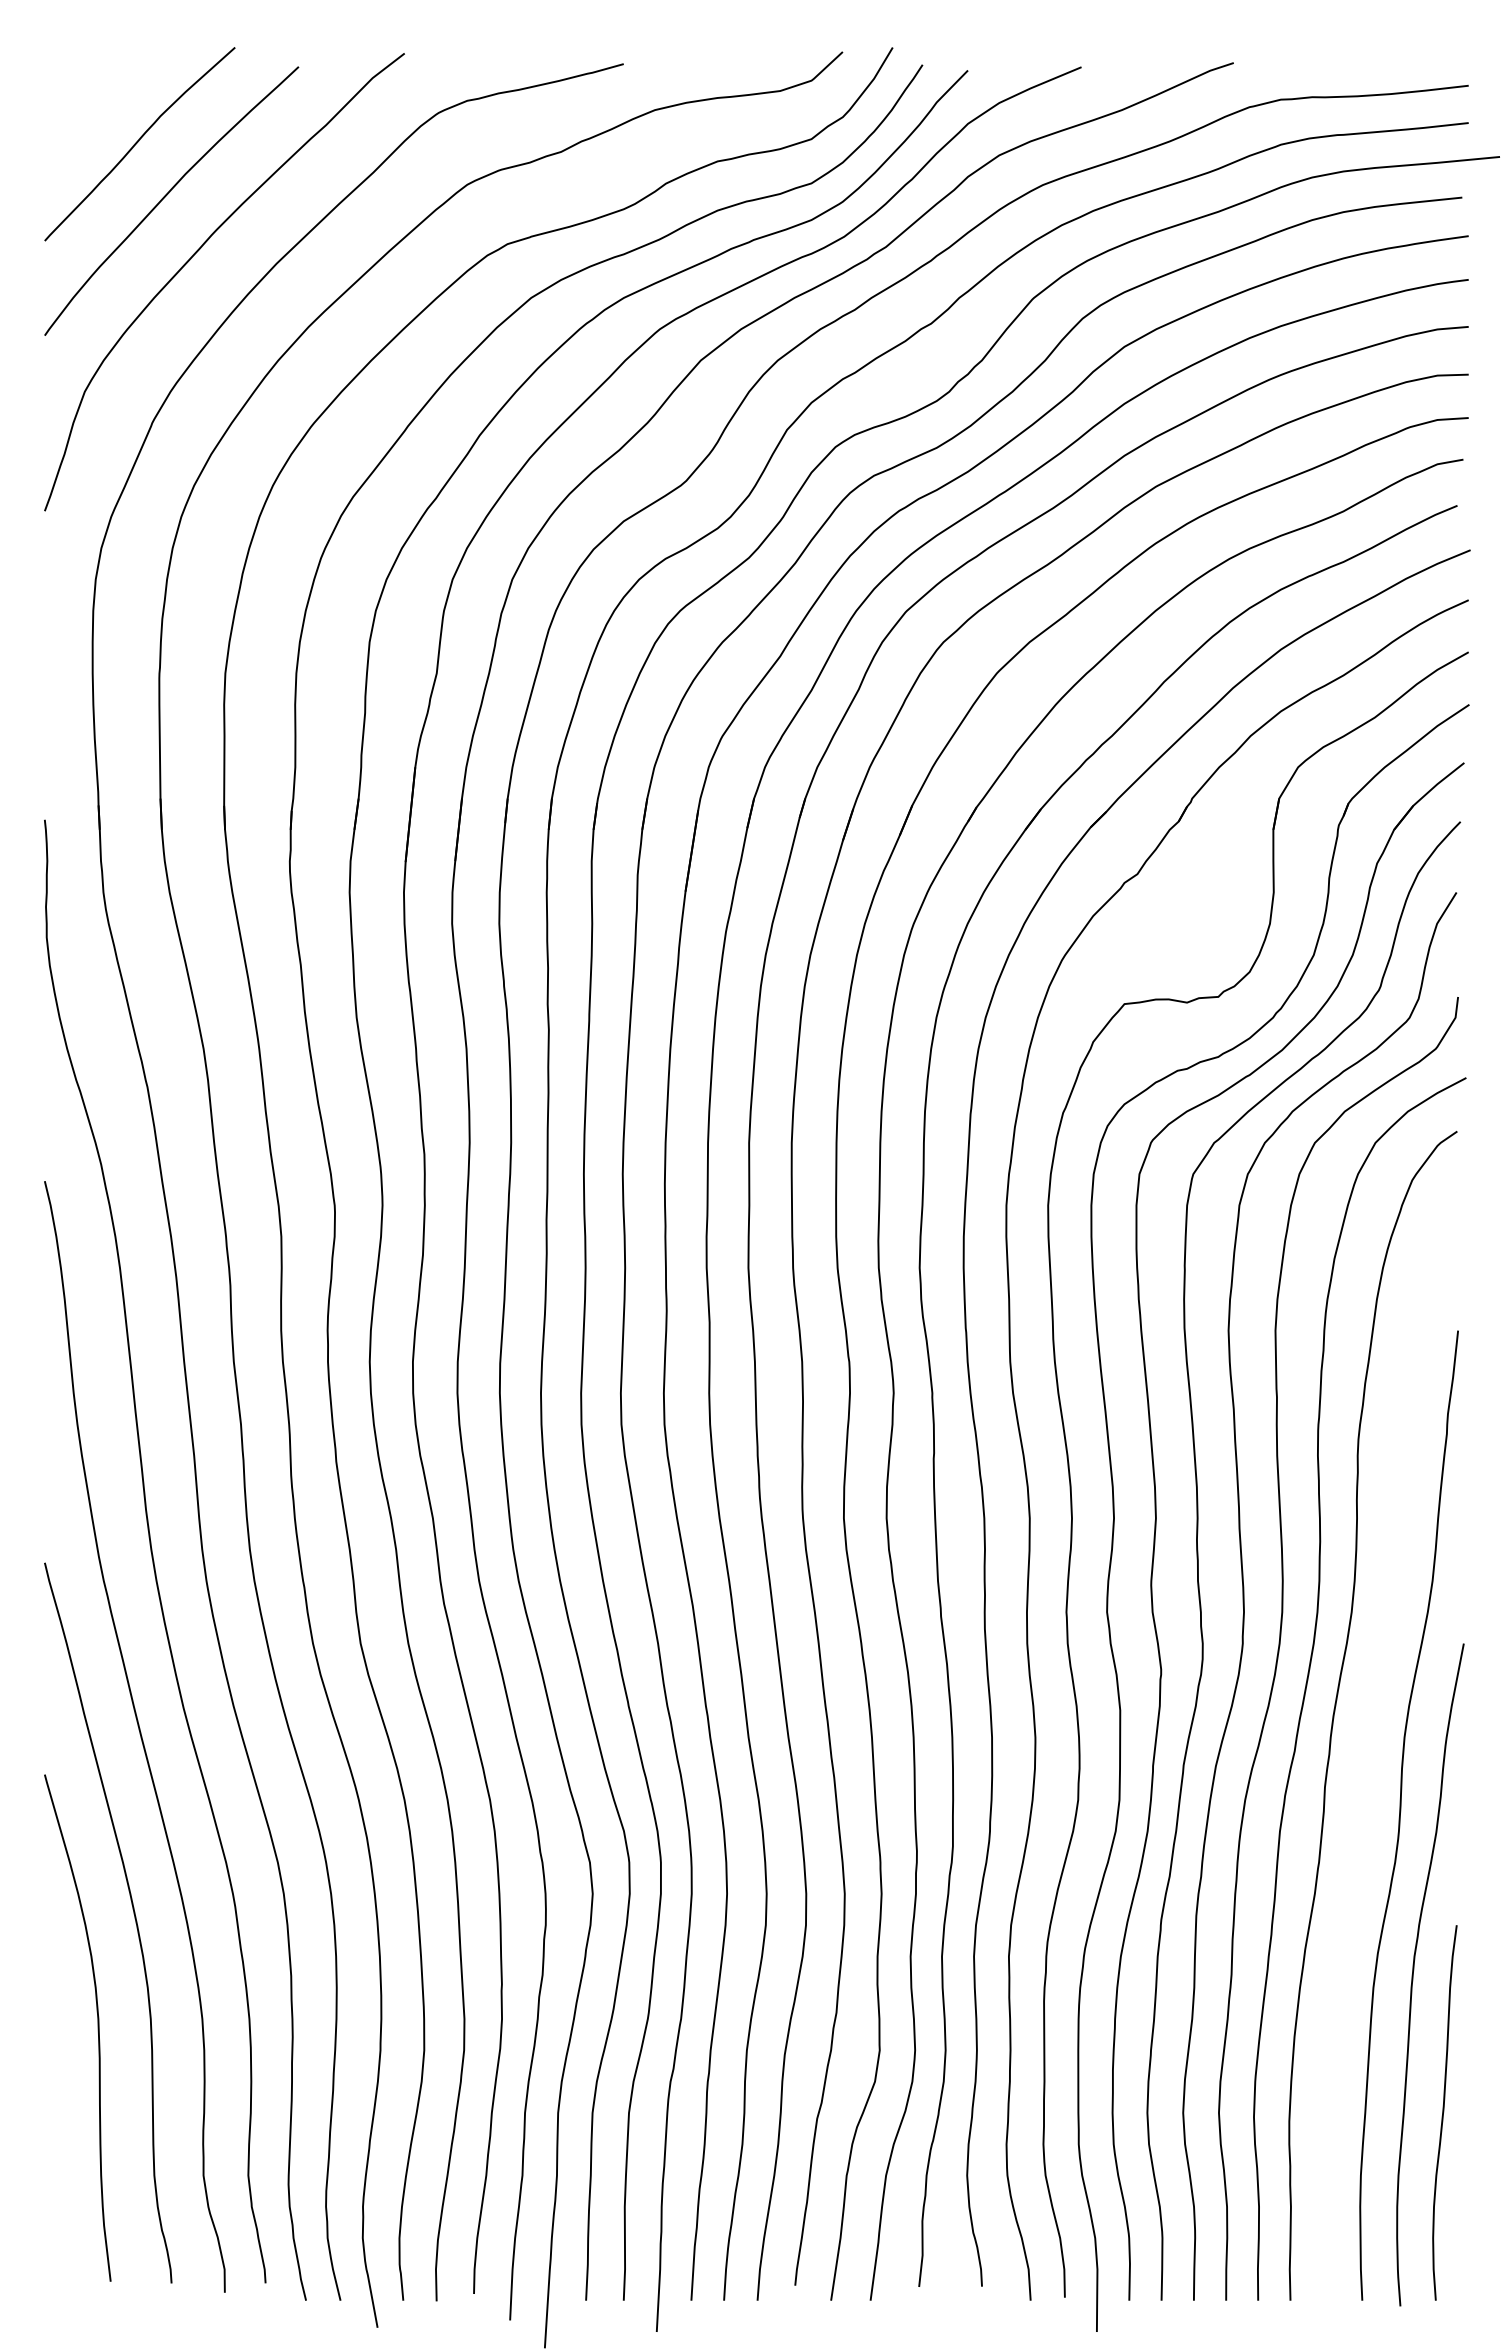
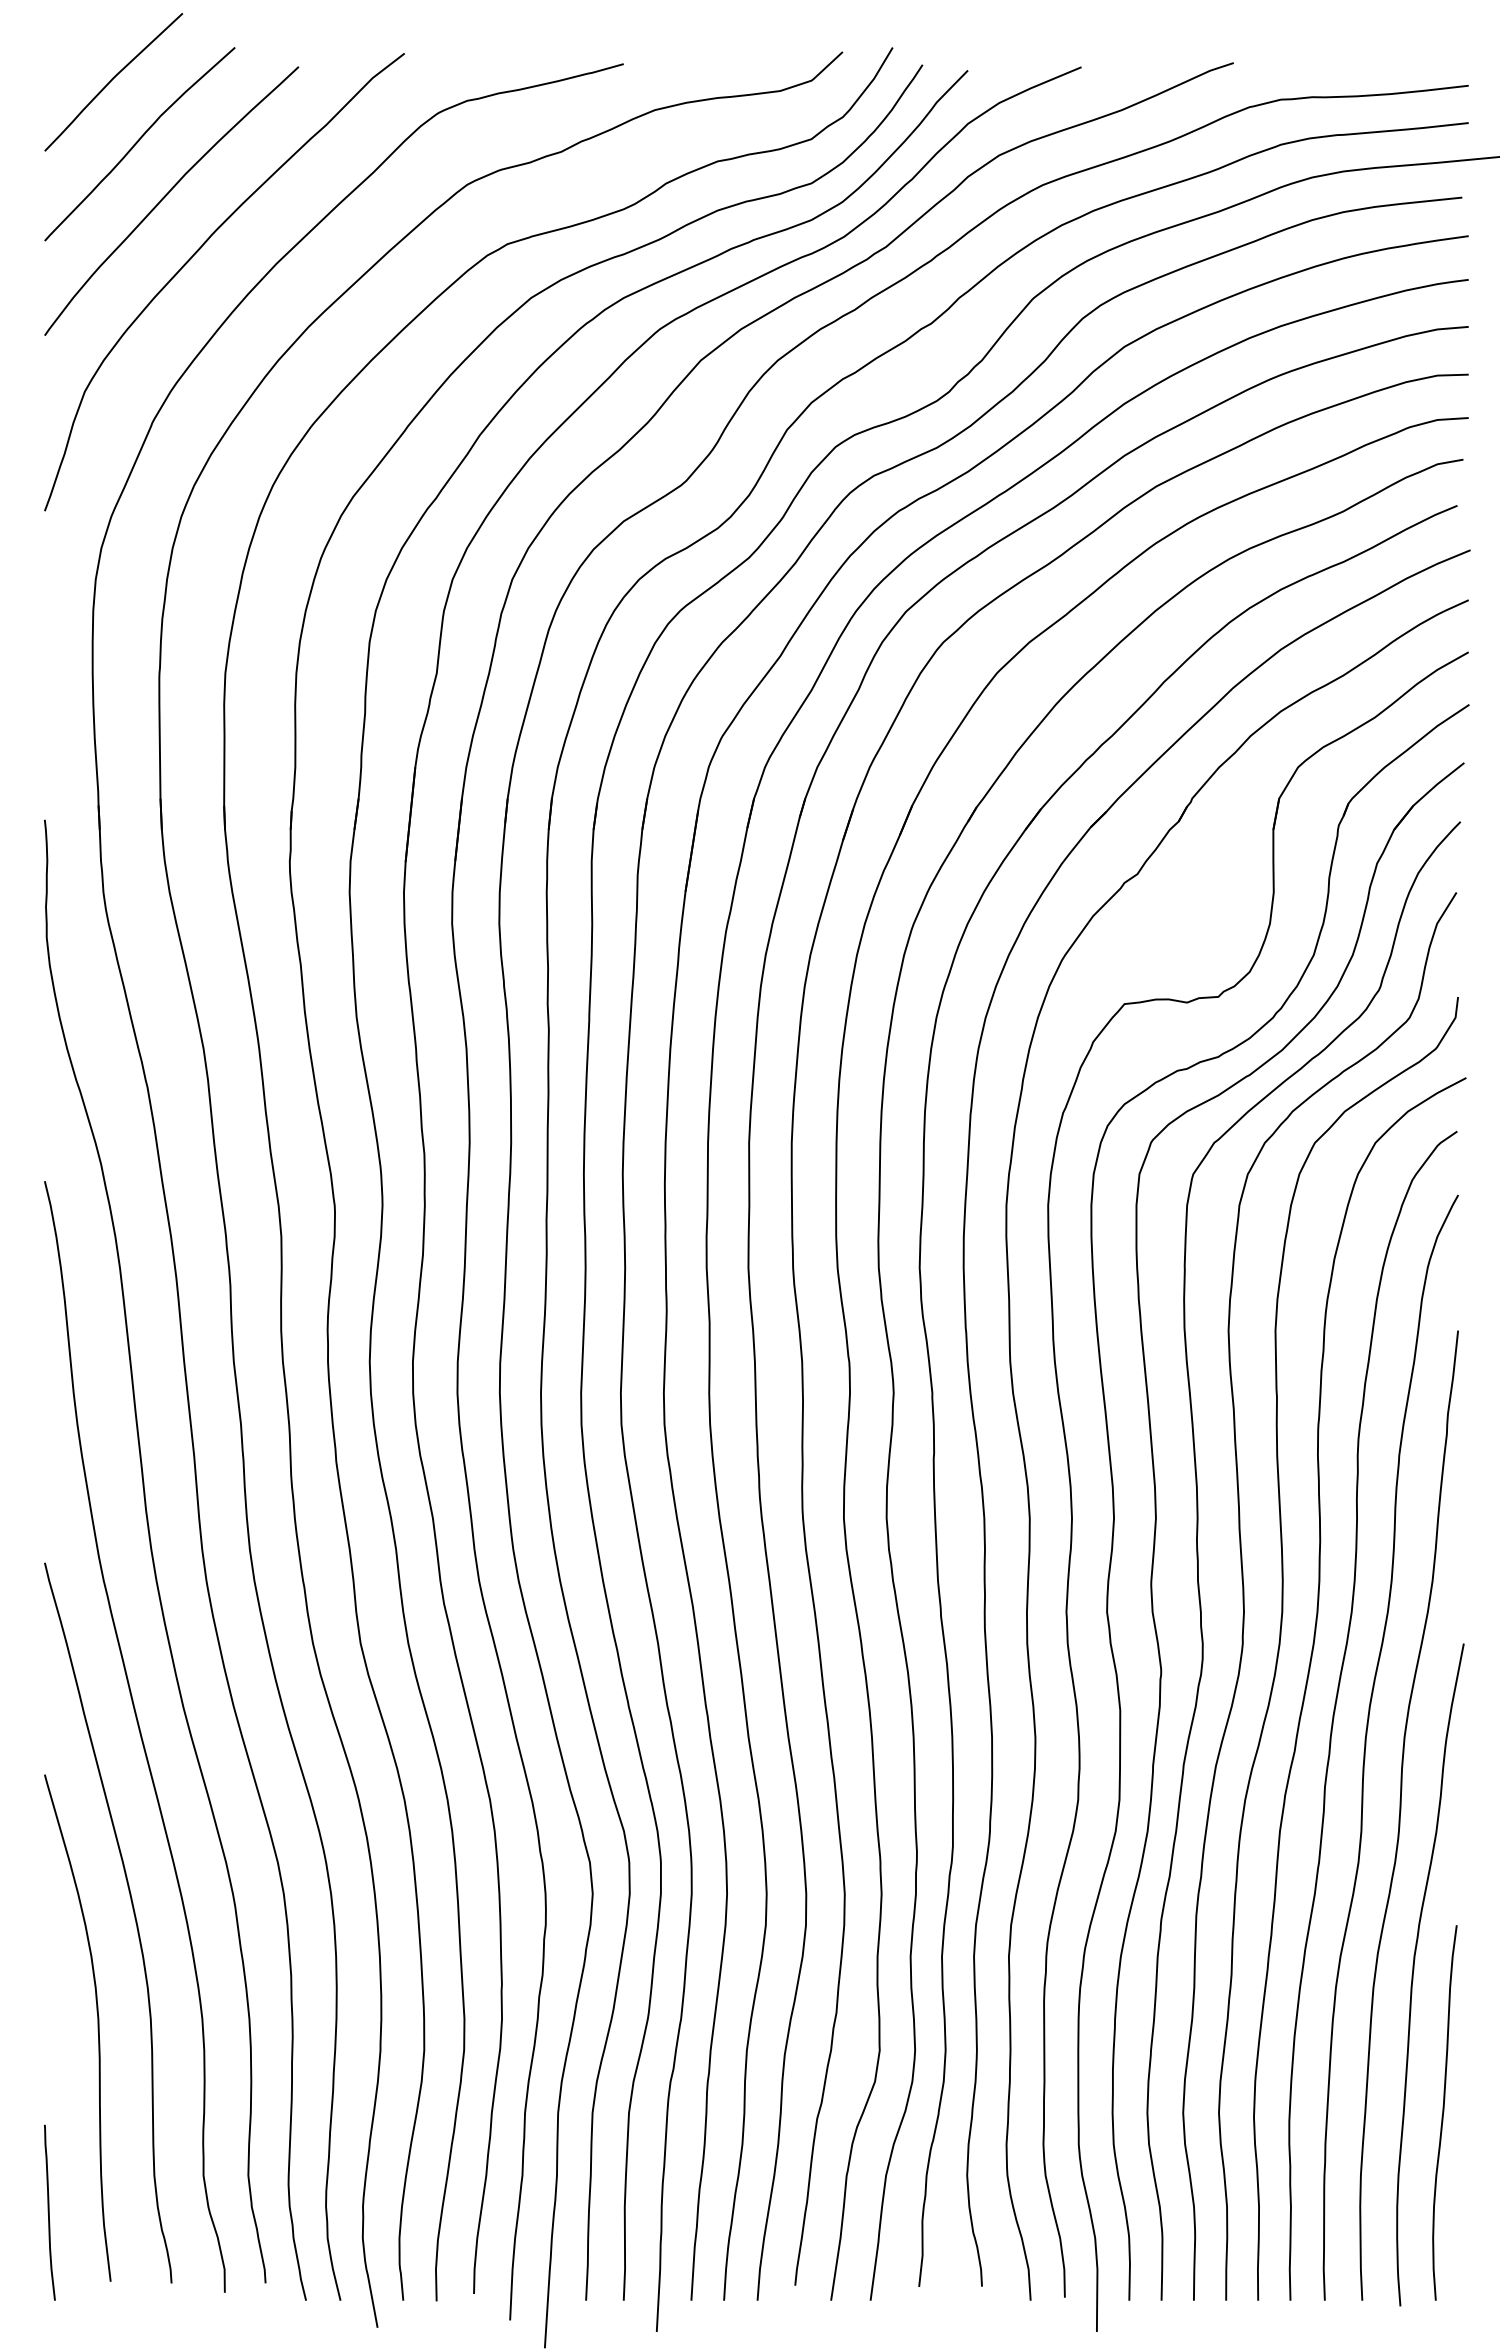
curve at (112, 80): none -> present
curve at (1366, 1746): none -> present
curve at (49, 2212): none -> present
